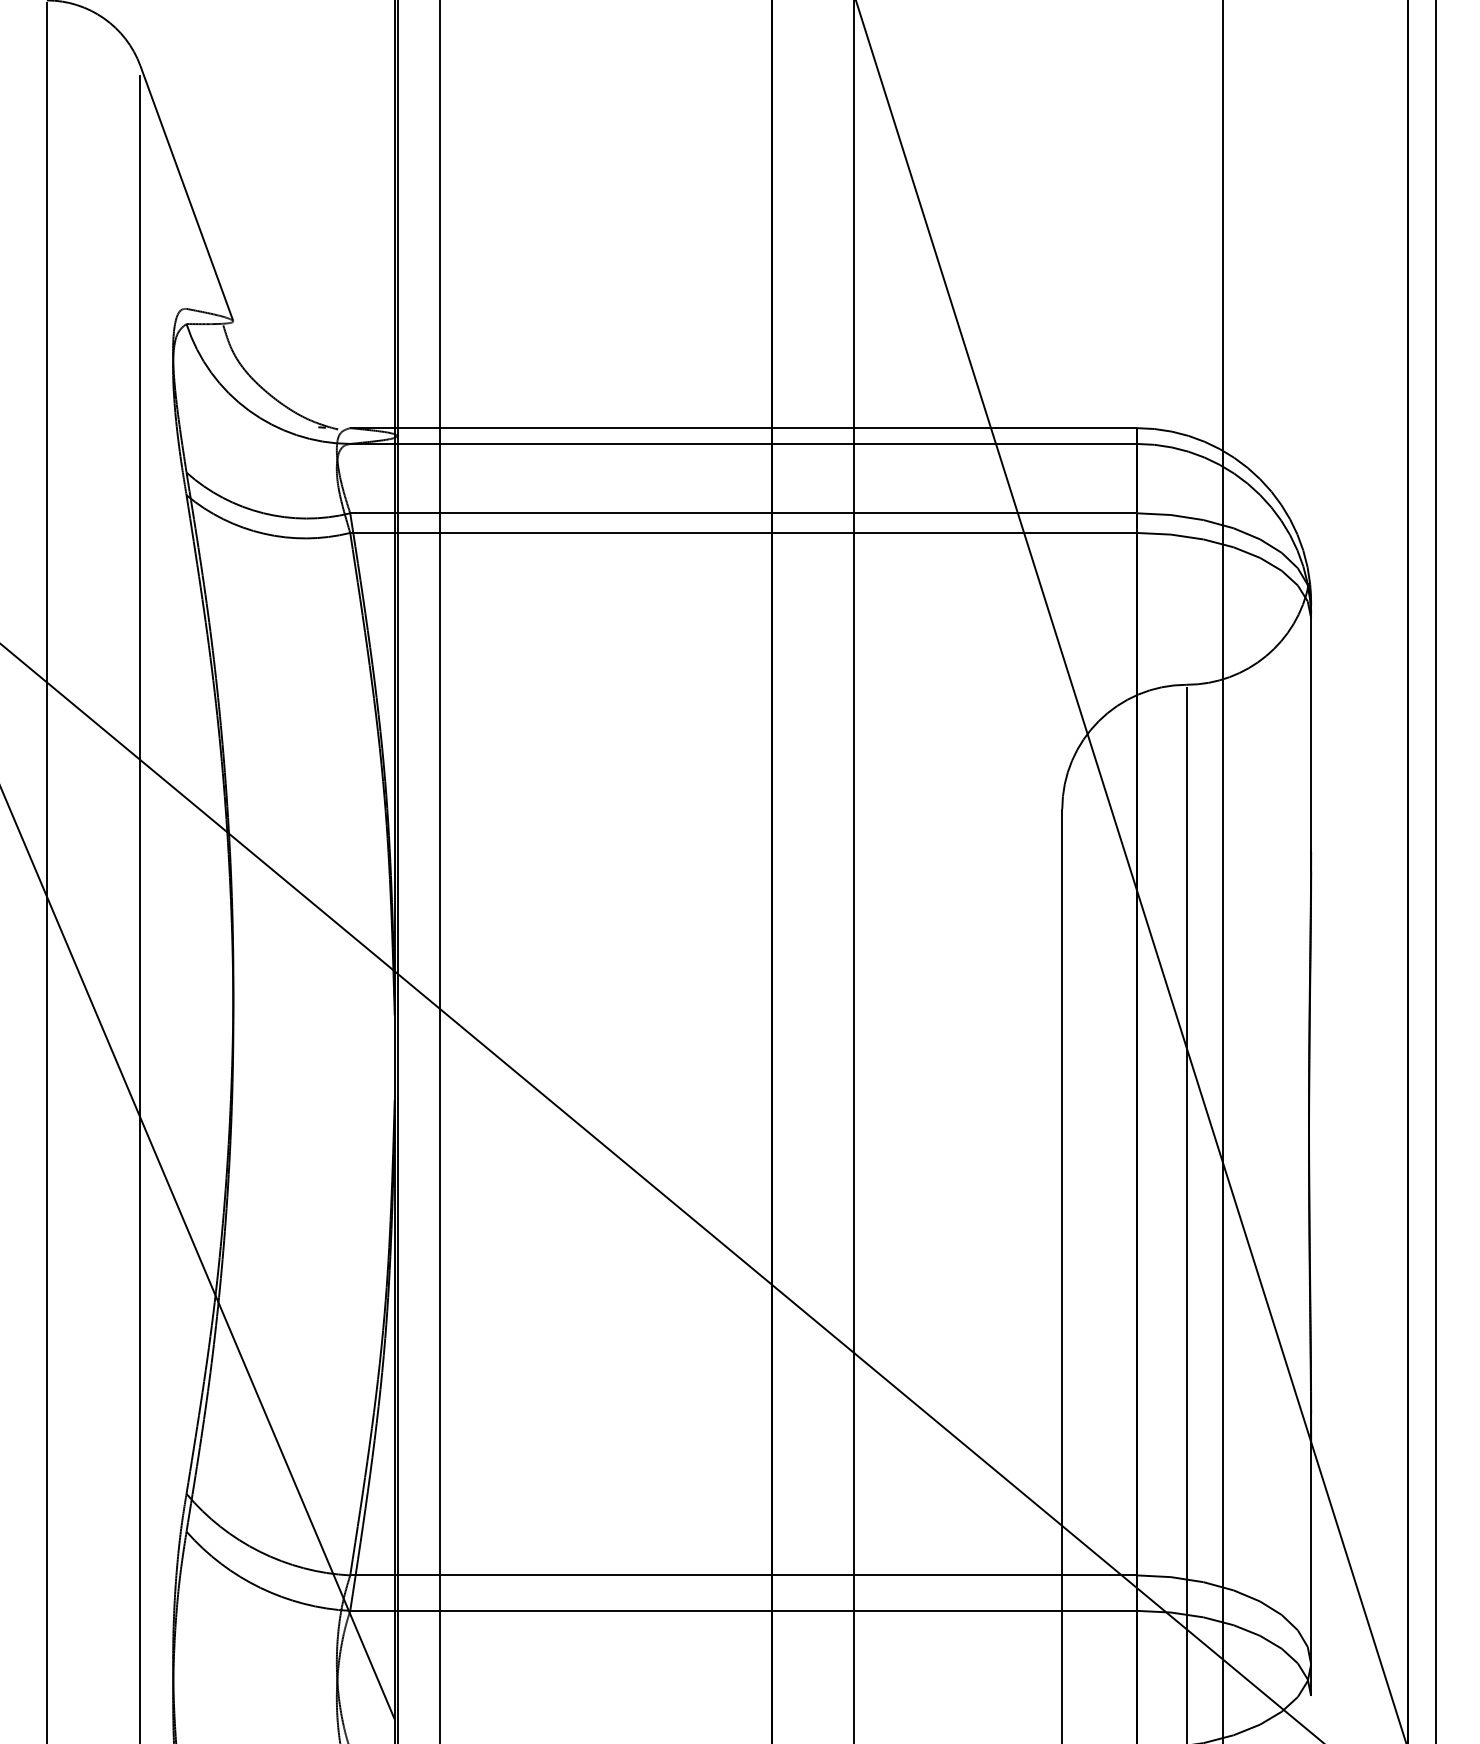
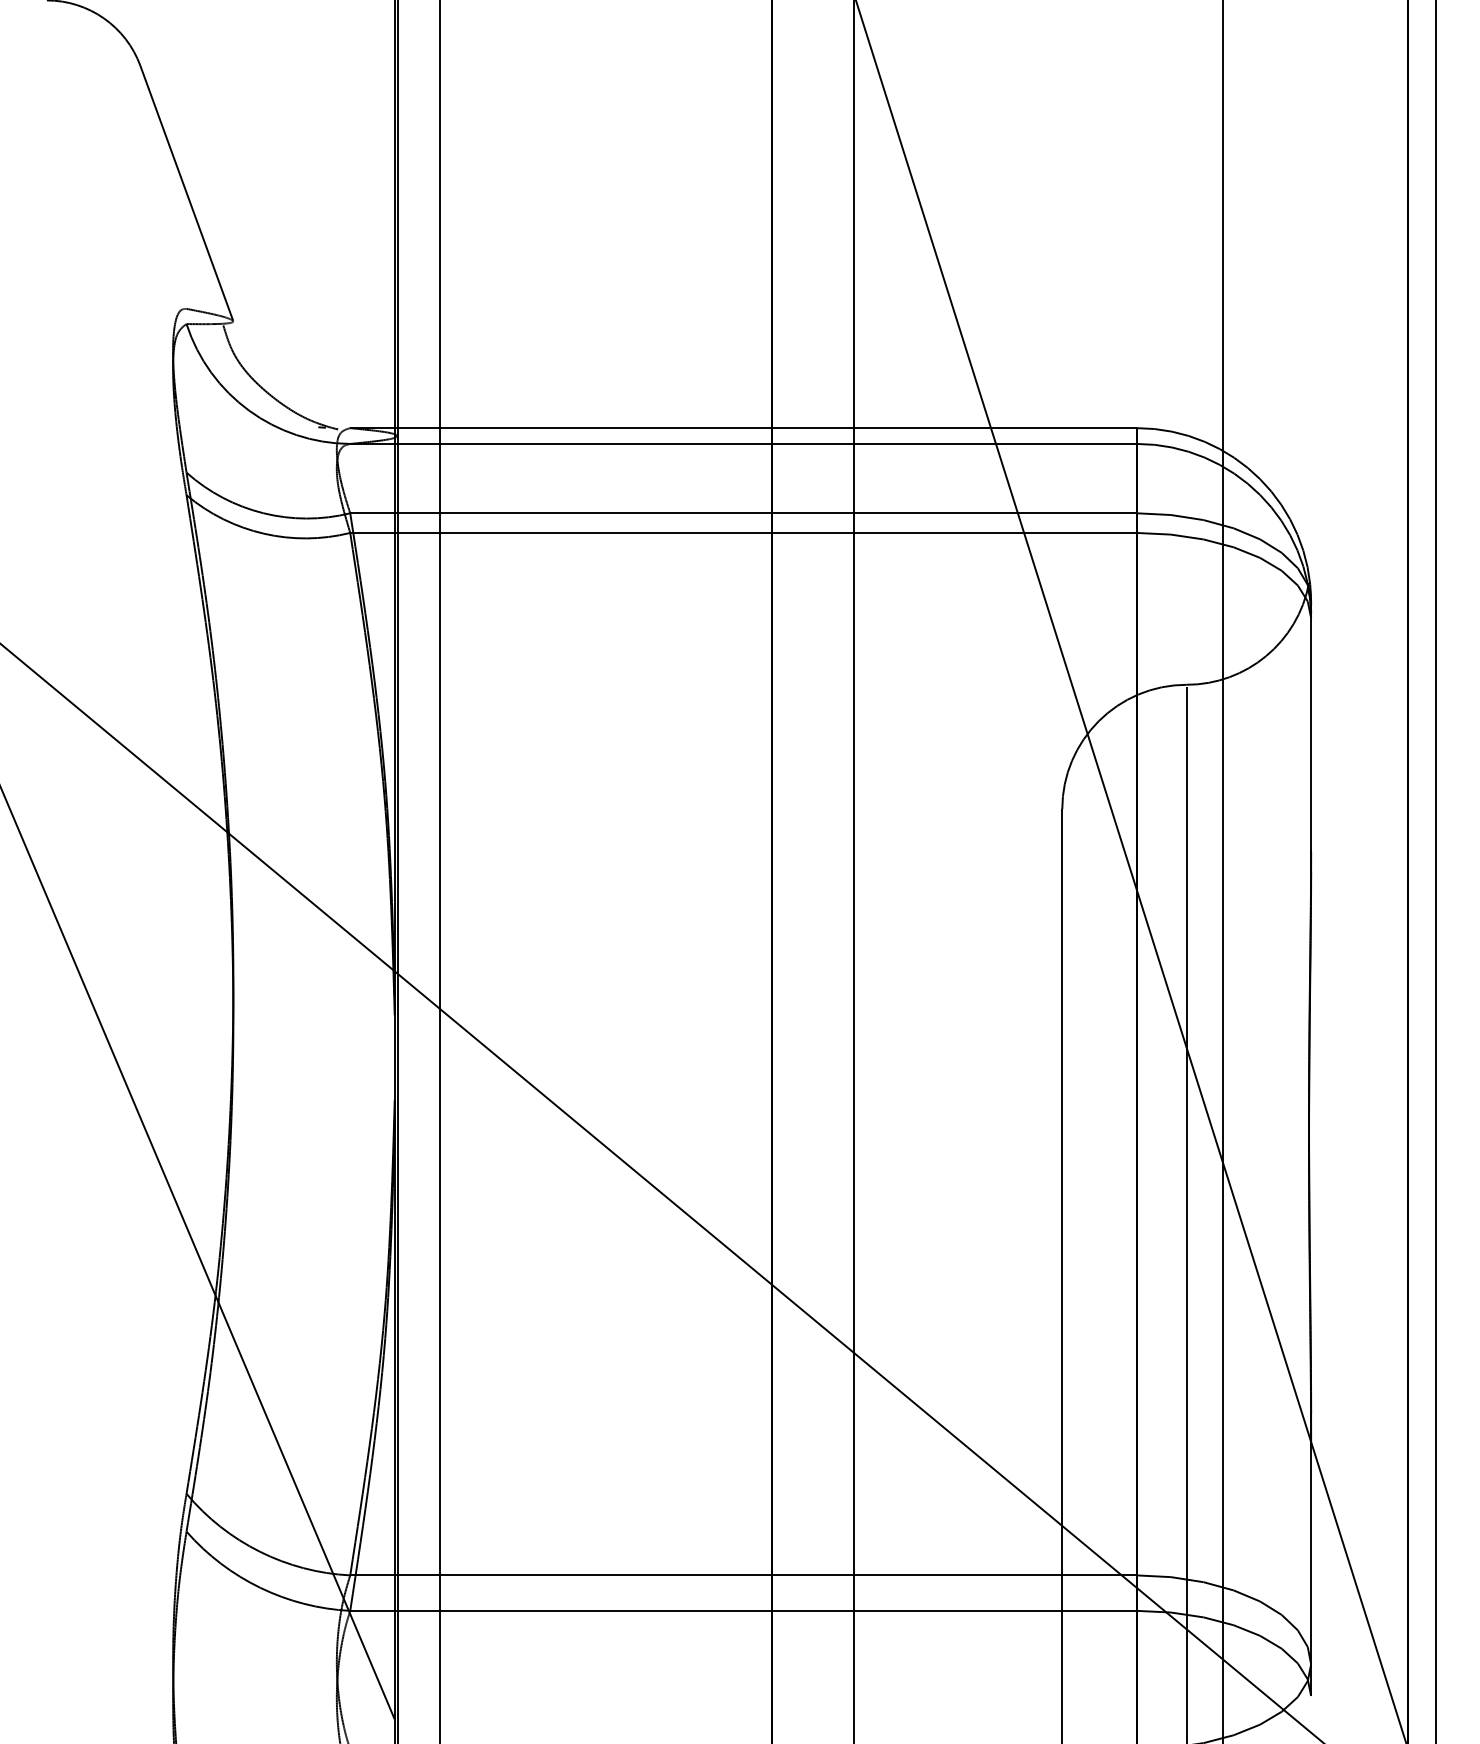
line at (46, 871): present -> none
line at (140, 907): present -> none
